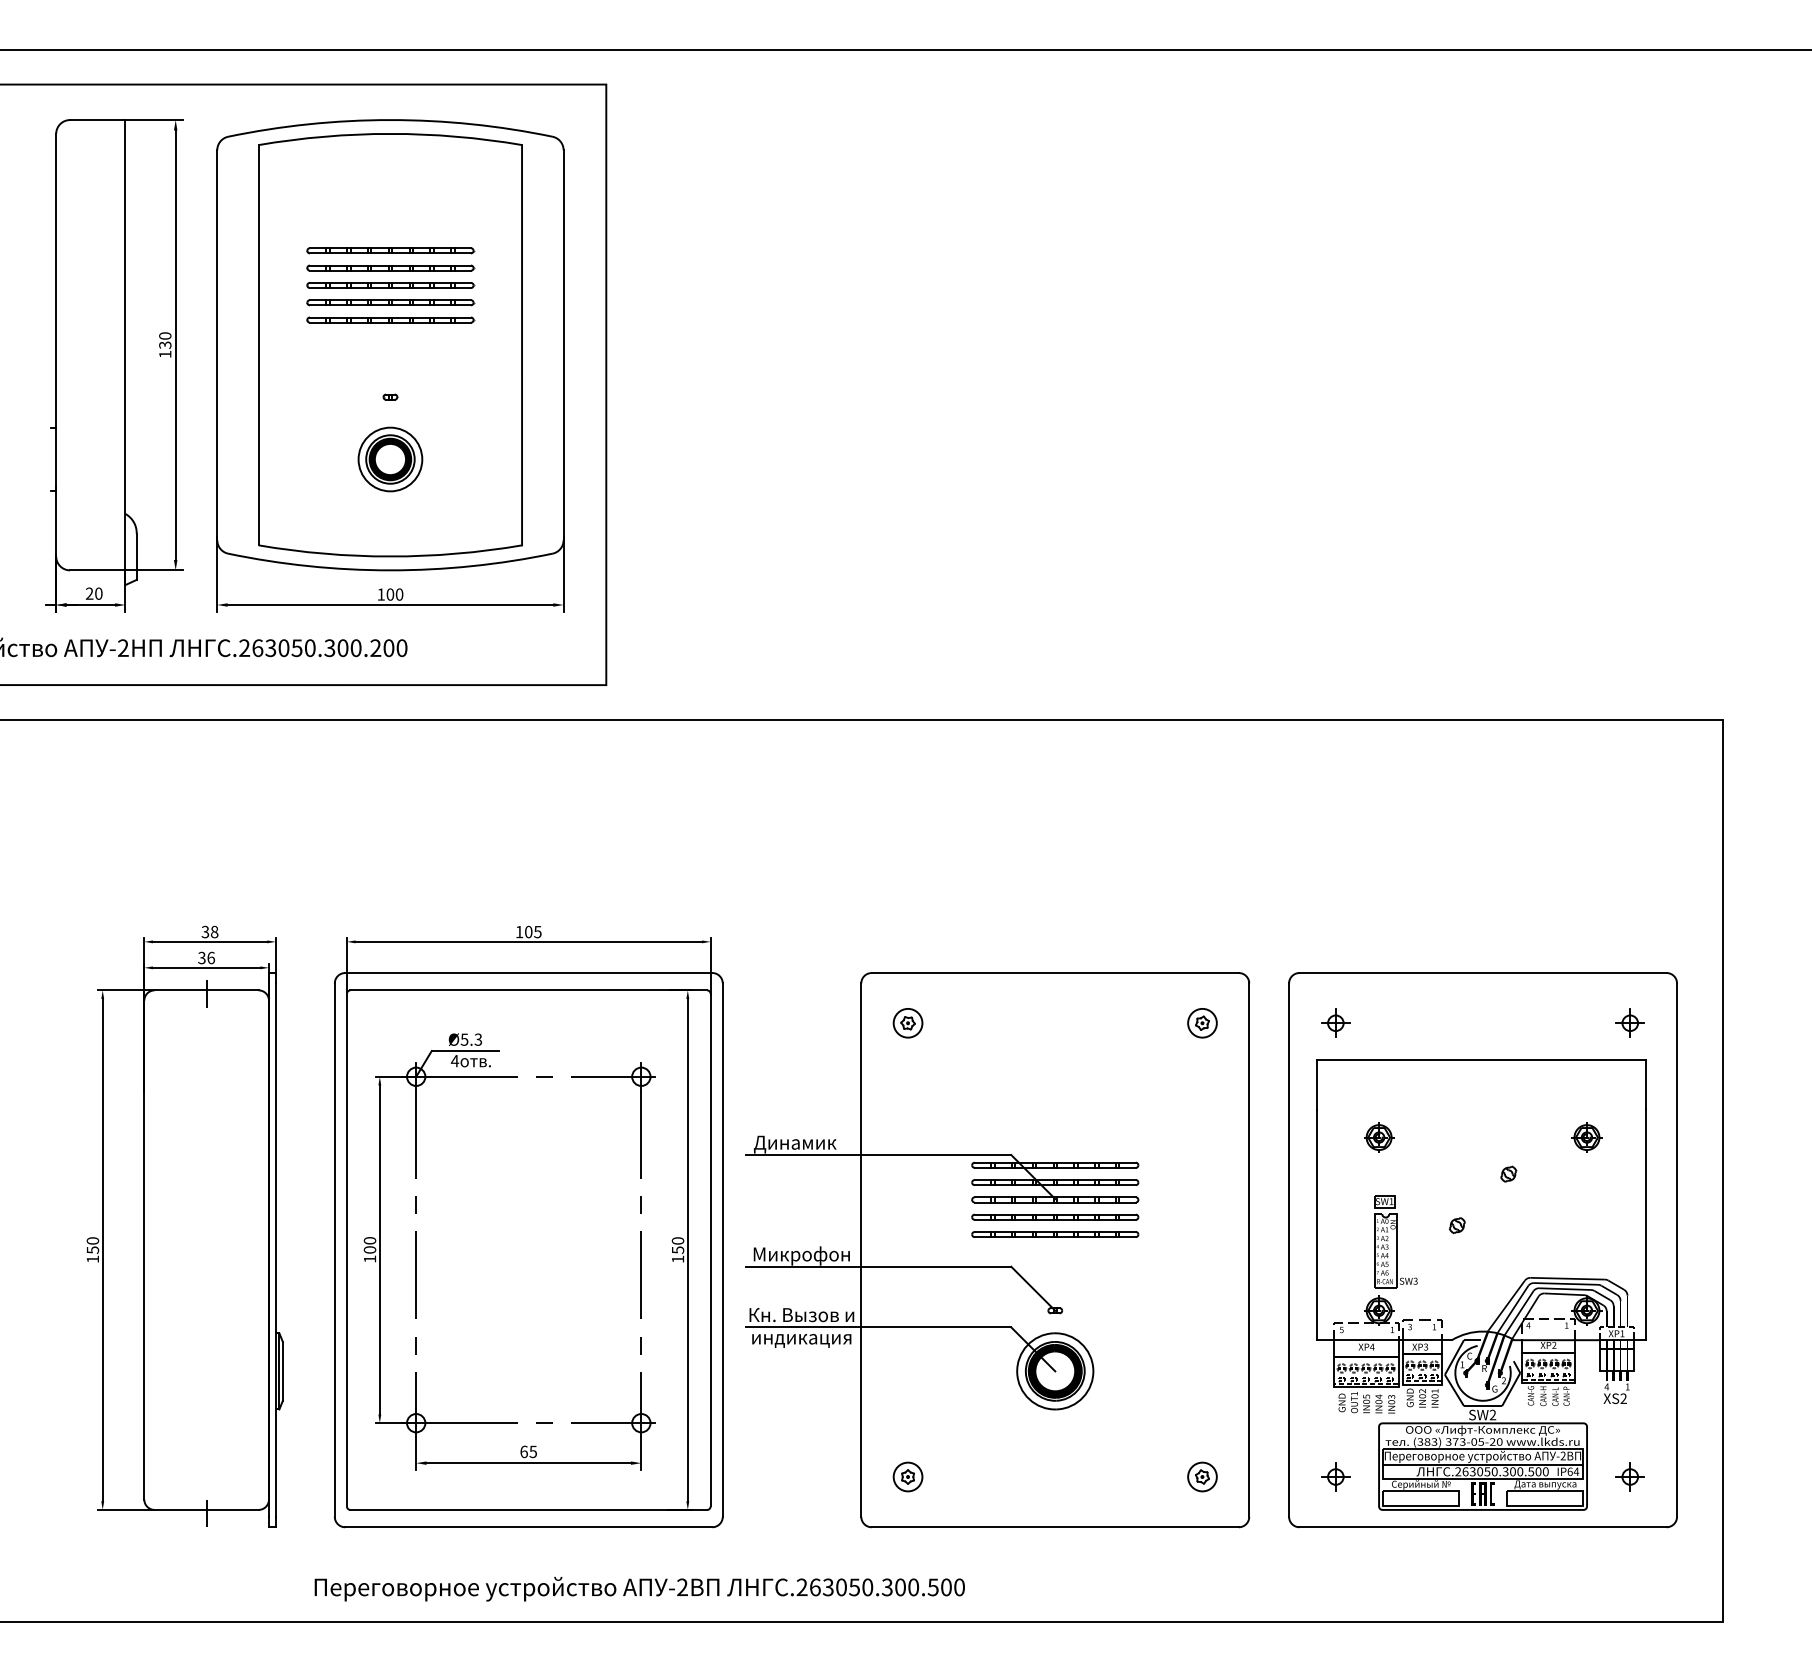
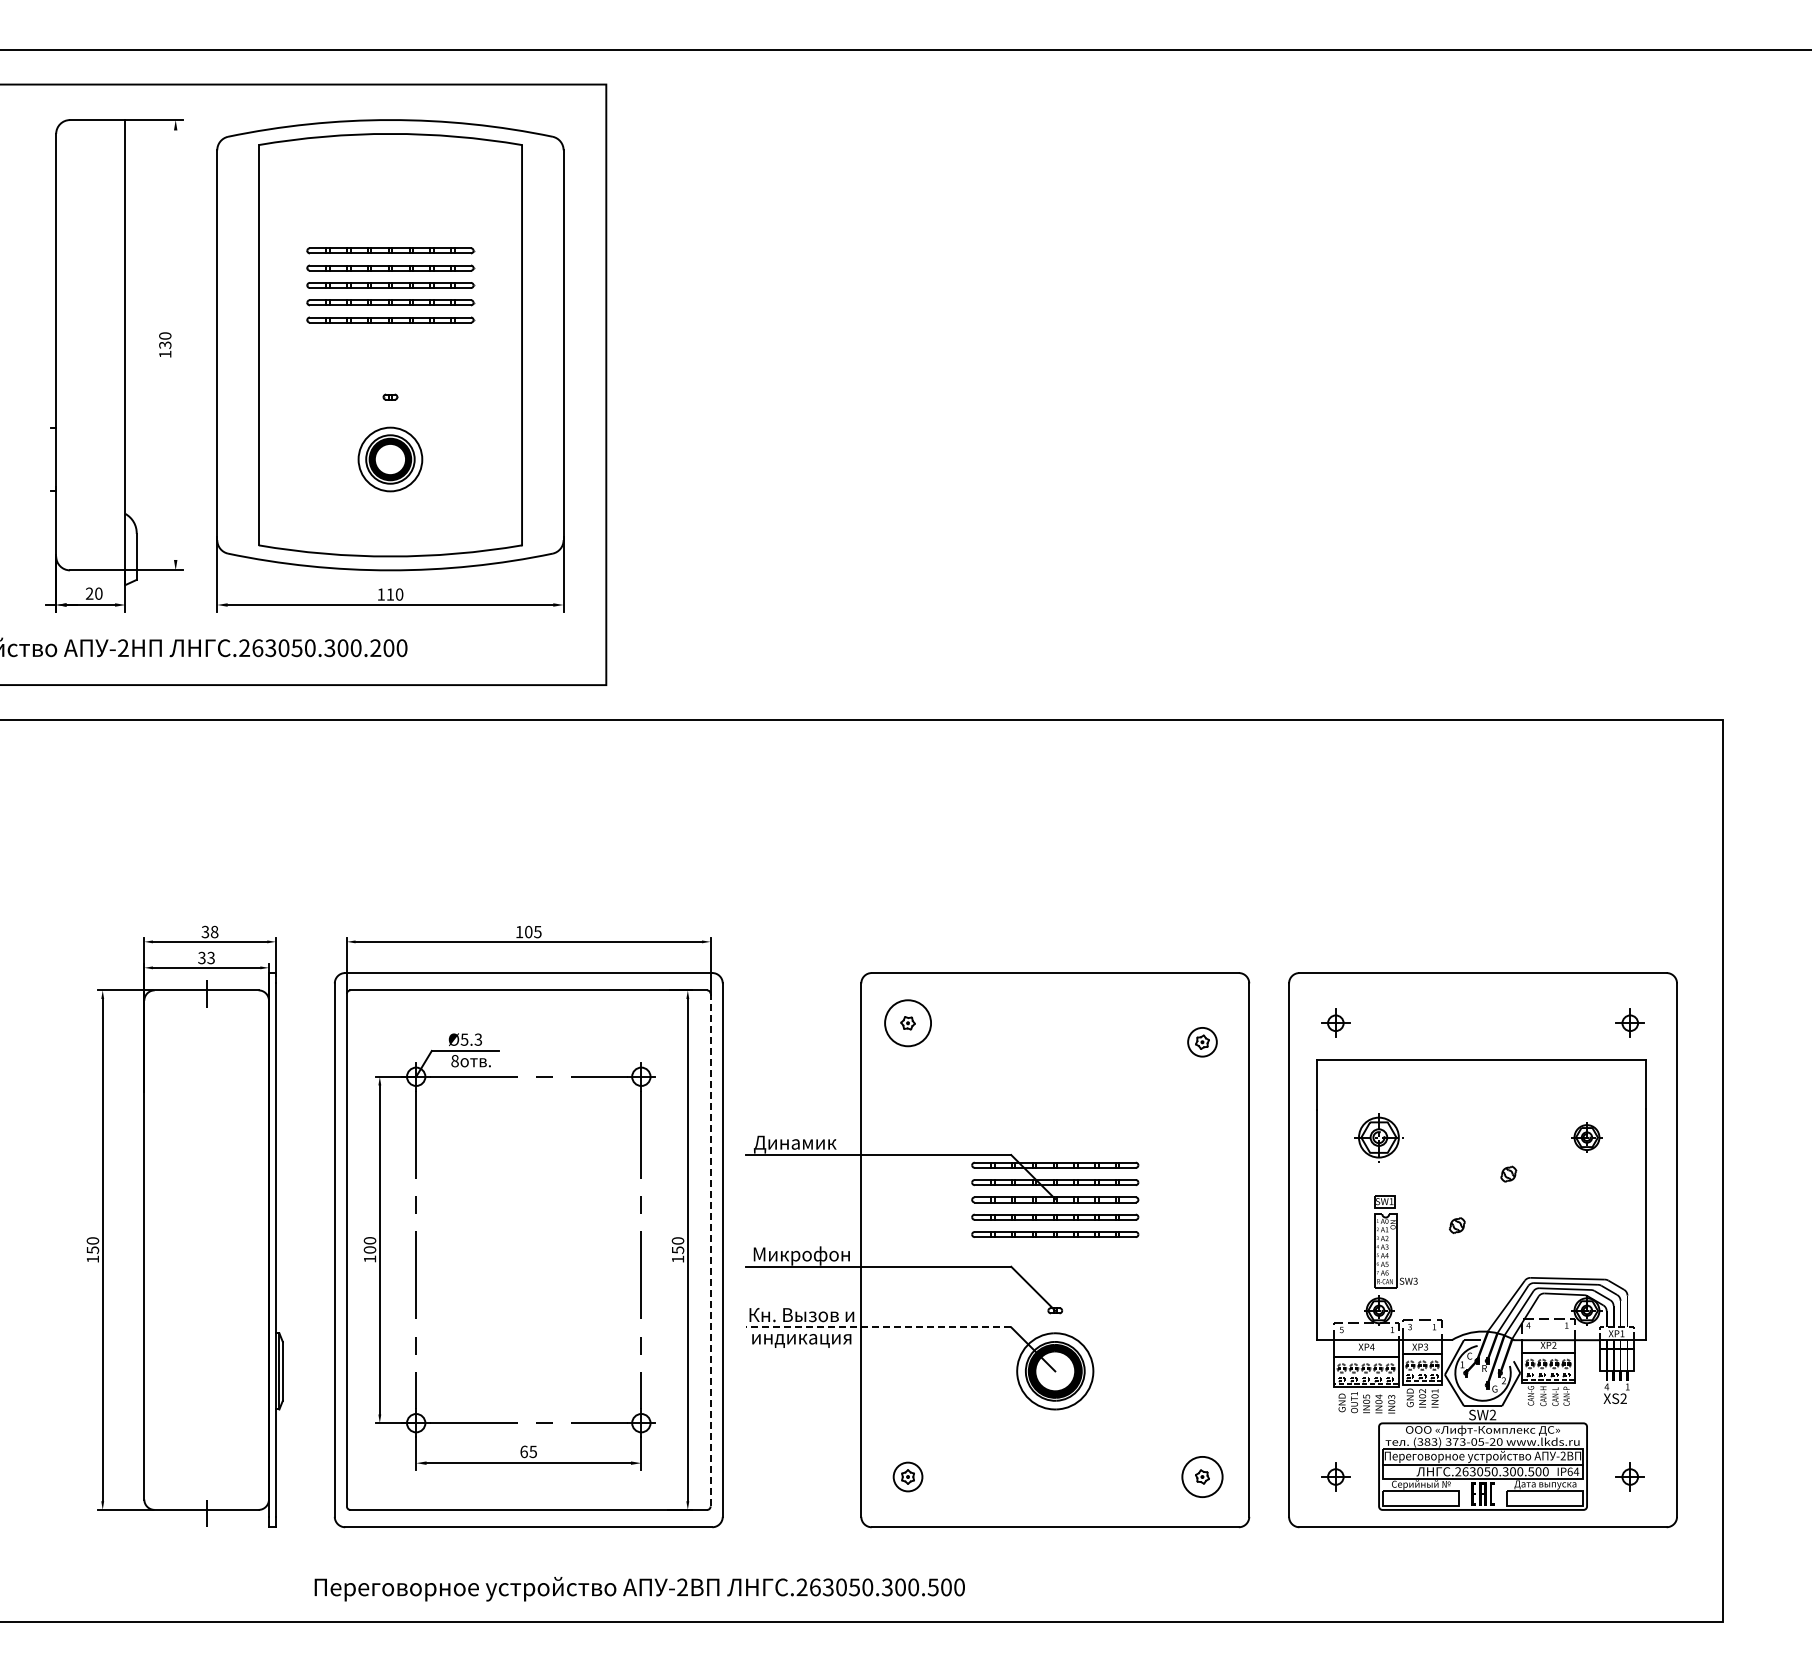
line at (175, 344): present -> none
text at (390, 594): 100 -> 110
text at (211, 957): 36 -> 33
circle at (907, 1022) diameter: 29 px -> 46 px
part at (1202, 1023) position: (1202, 1023) -> (1202, 1042)
text at (454, 1061): 4 -> 8
part at (1379, 1137) size: 31x31 px -> 50x50 px
line at (710, 1249): solid -> dashed
line at (878, 1327): solid -> dashed
circle at (1202, 1476) diameter: 29 px -> 40 px
